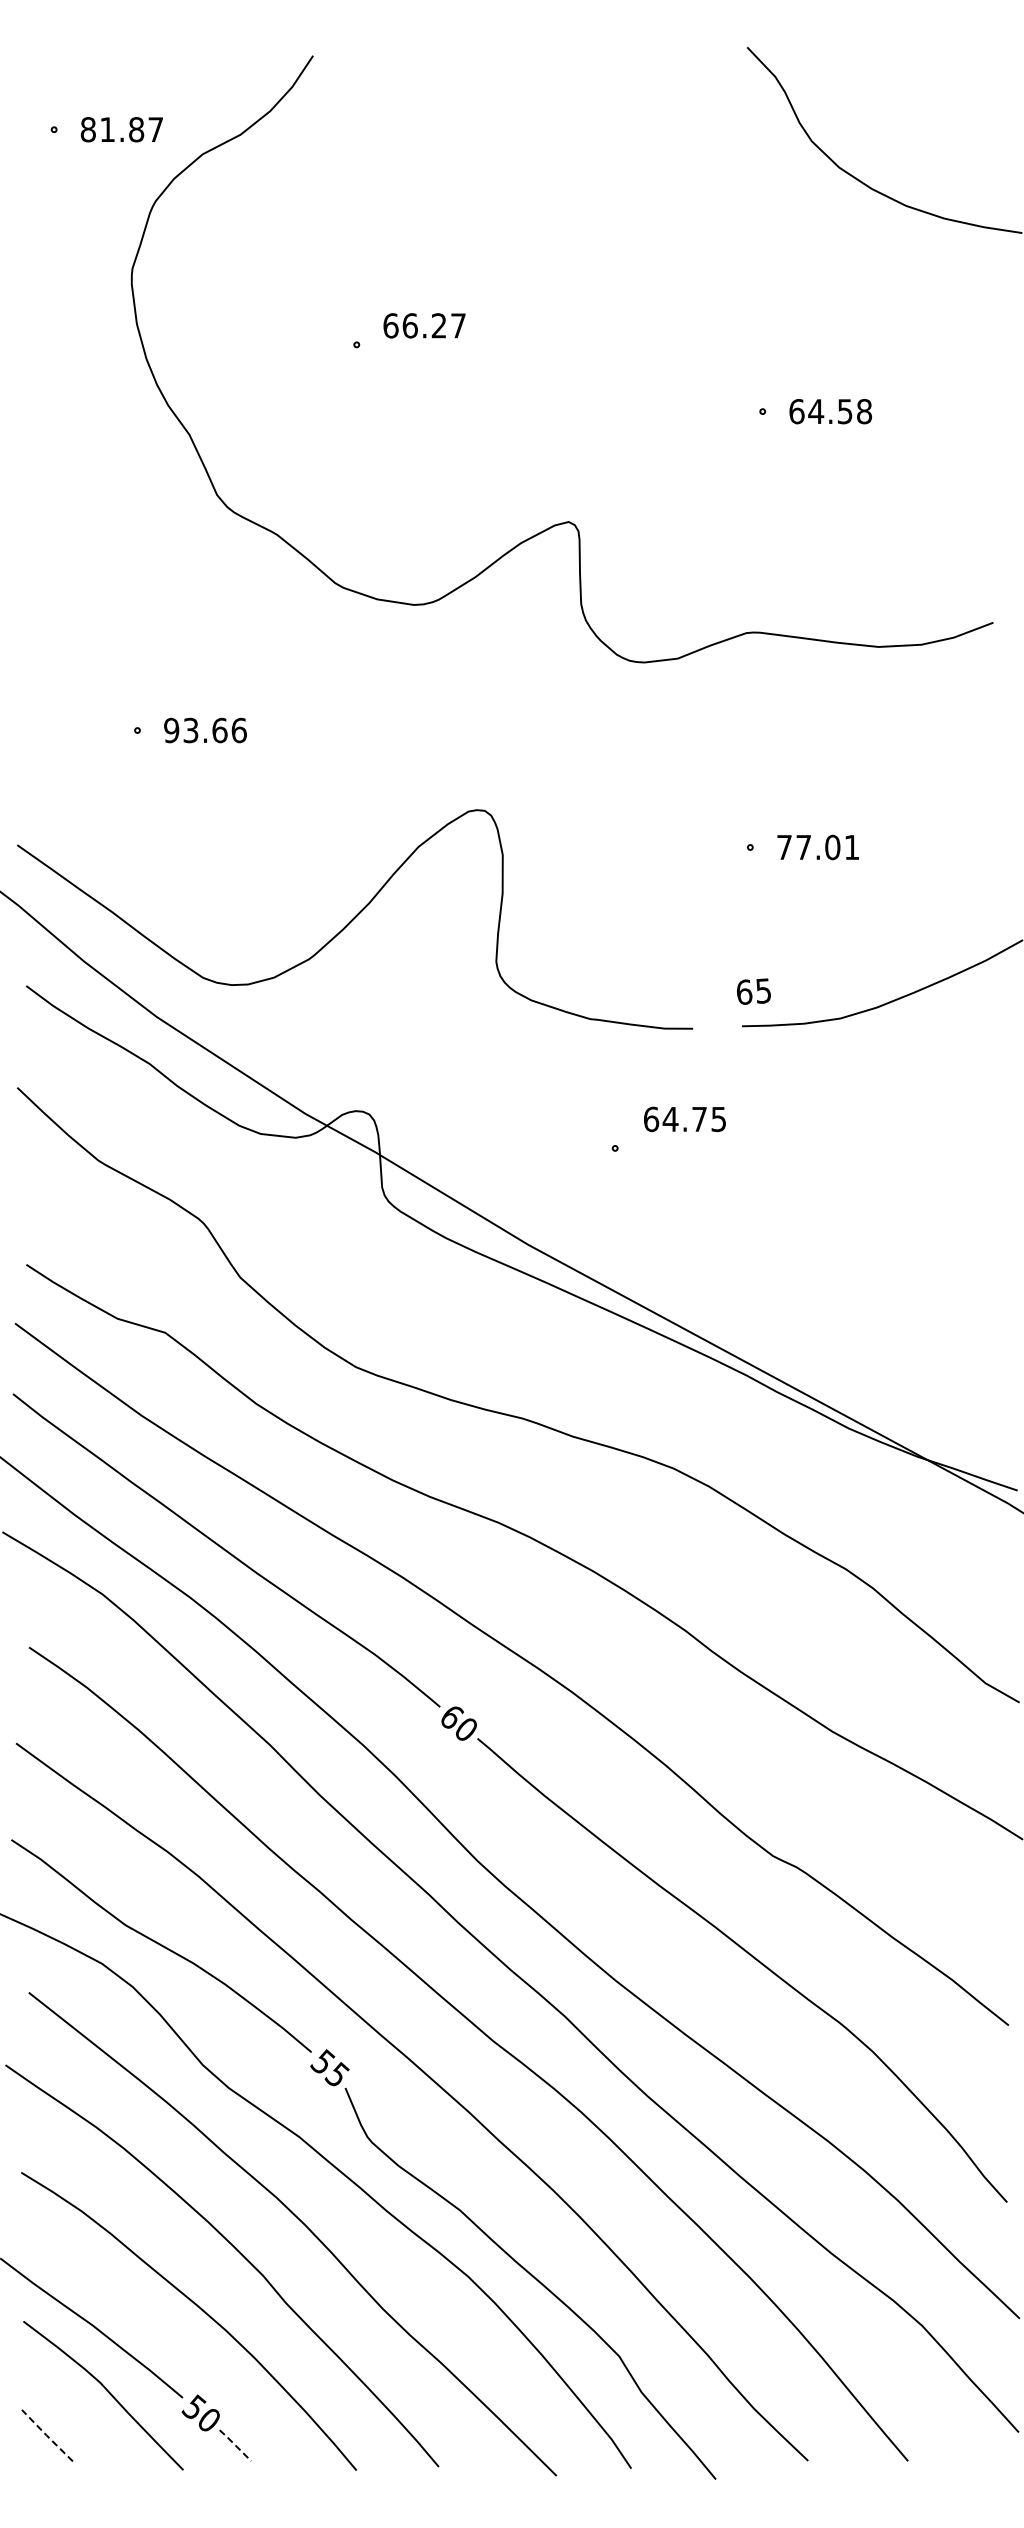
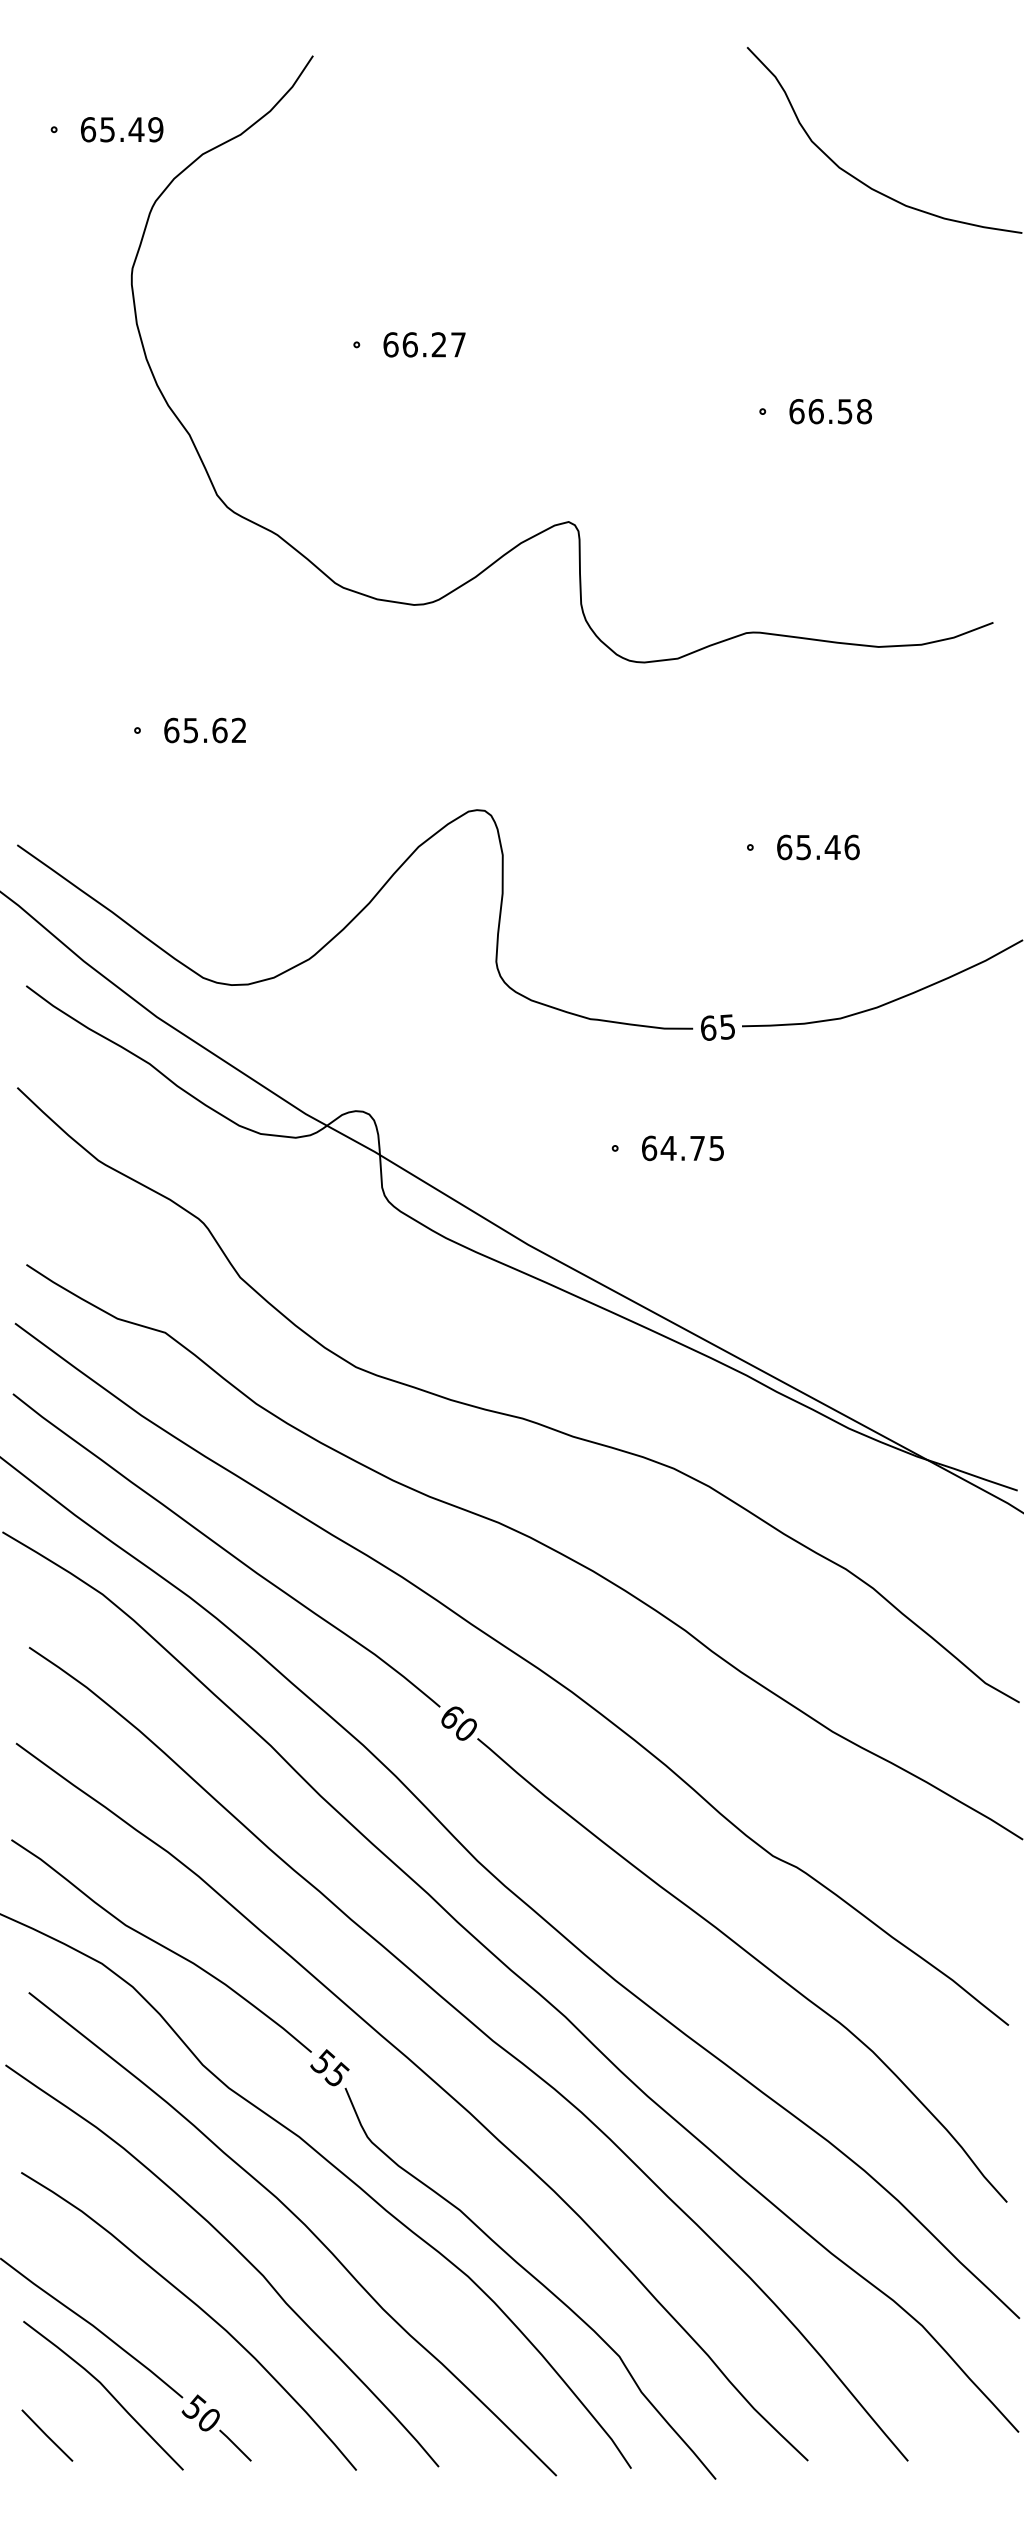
text at (121, 129): 81.87 -> 65.49
text at (424, 325) position: (424, 325) -> (424, 344)
text at (816, 411): 64.58 -> 66.58
text at (205, 730): 93.66 -> 65.62
text at (818, 847): 77.01 -> 65.46
text at (753, 991) position: (753, 991) -> (717, 1027)
text at (684, 1119) position: (684, 1119) -> (682, 1148)
line at (46, 2435): dashed -> solid
line at (235, 2445): dashed -> solid
